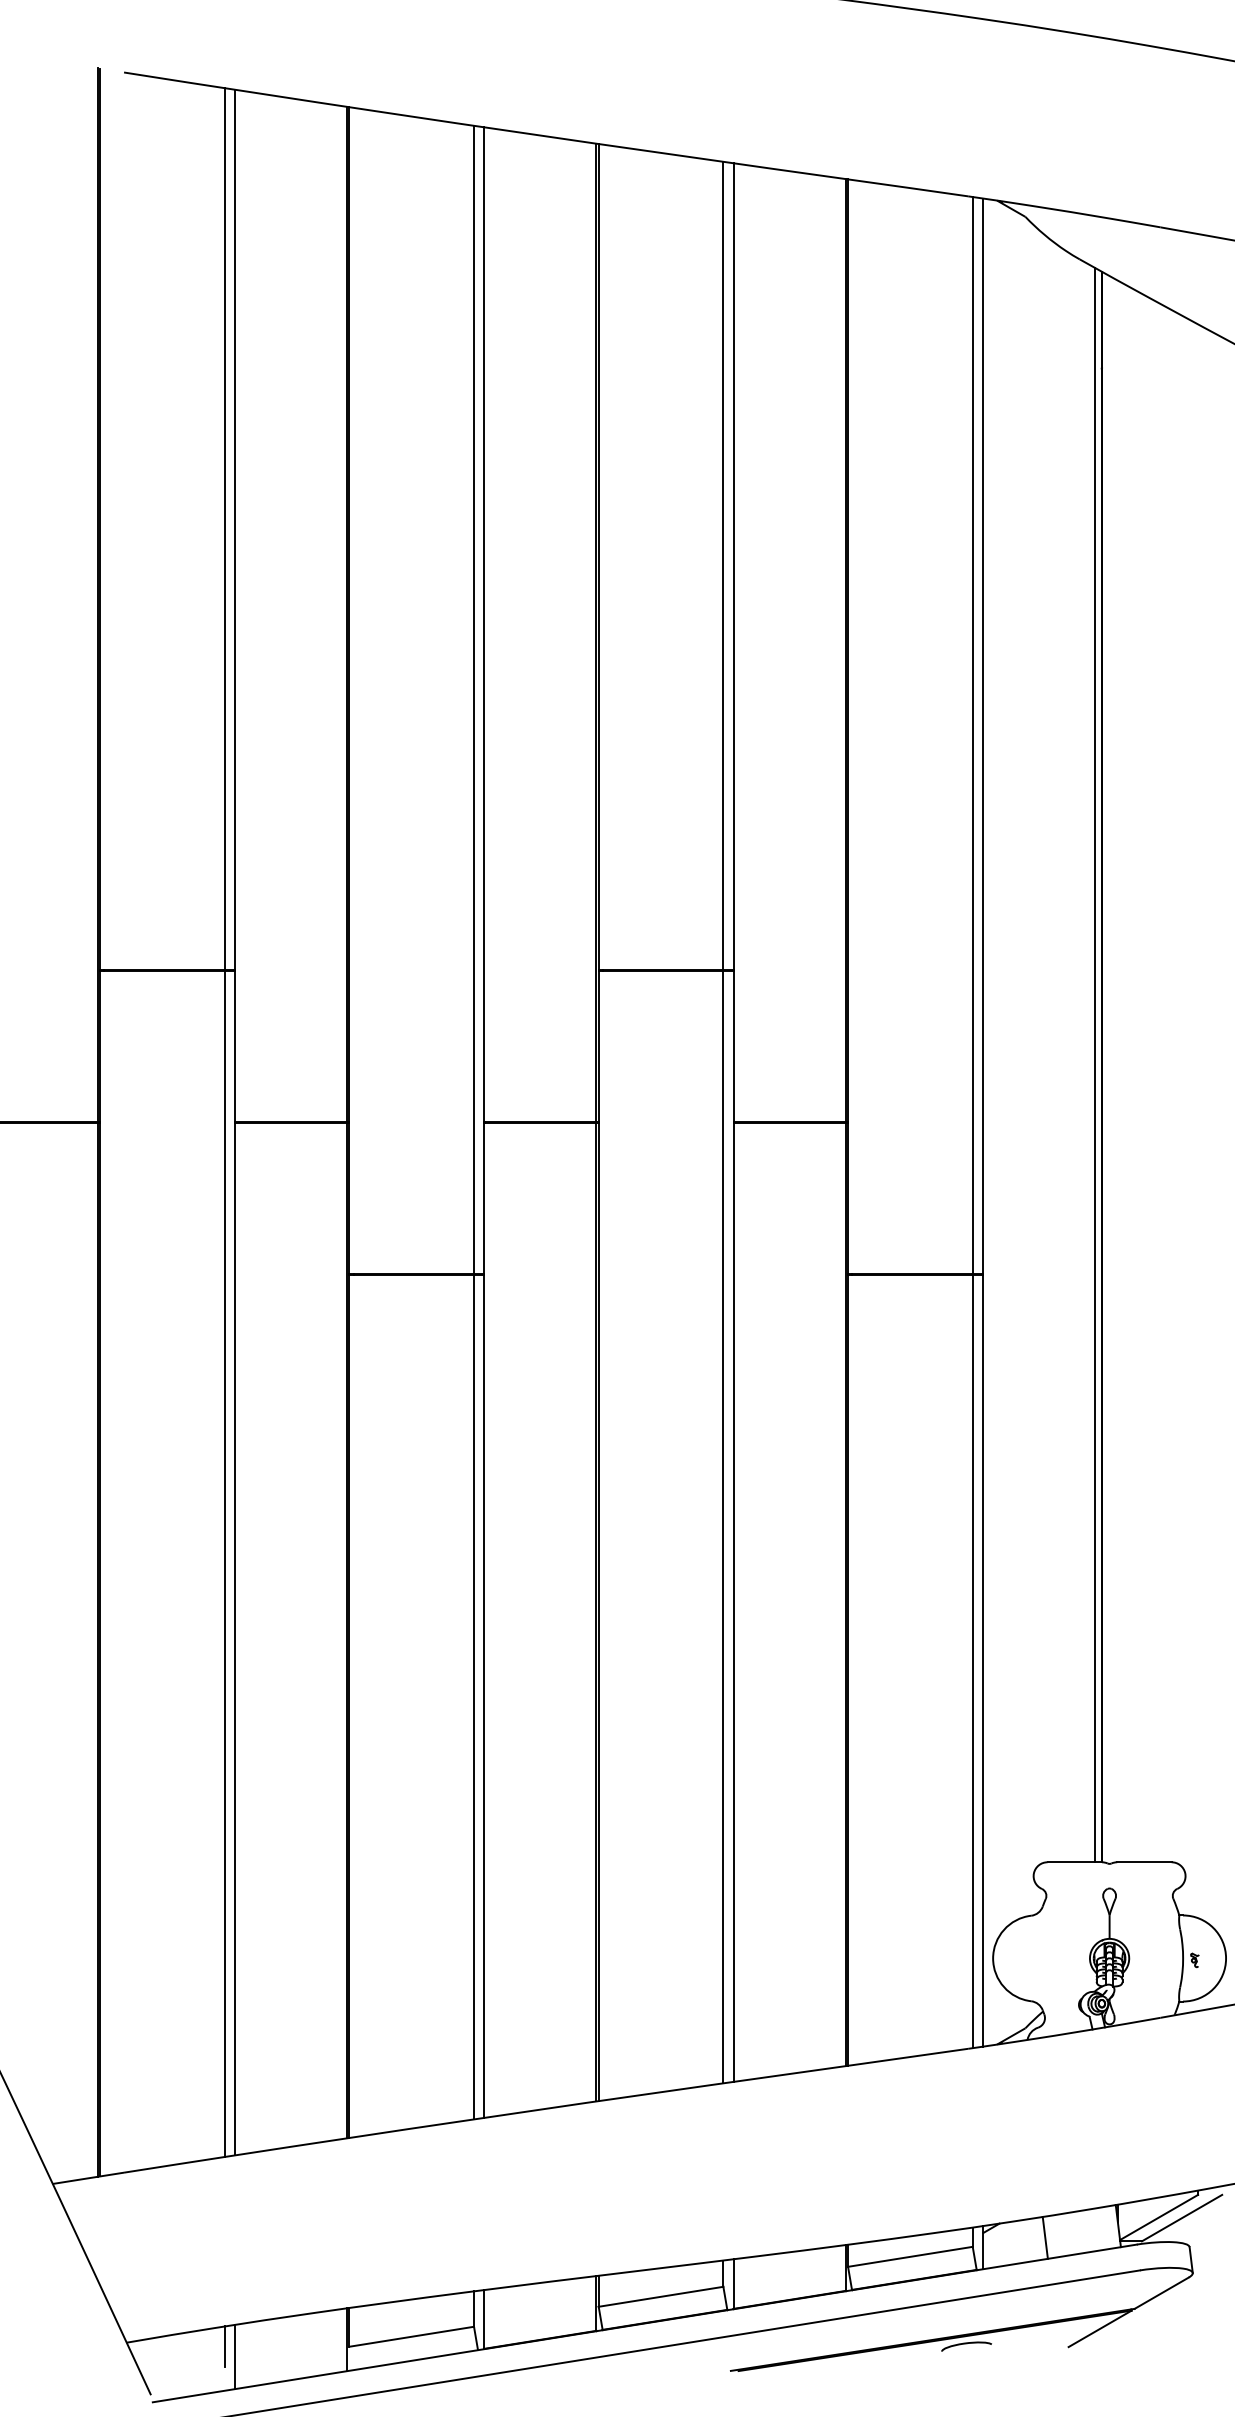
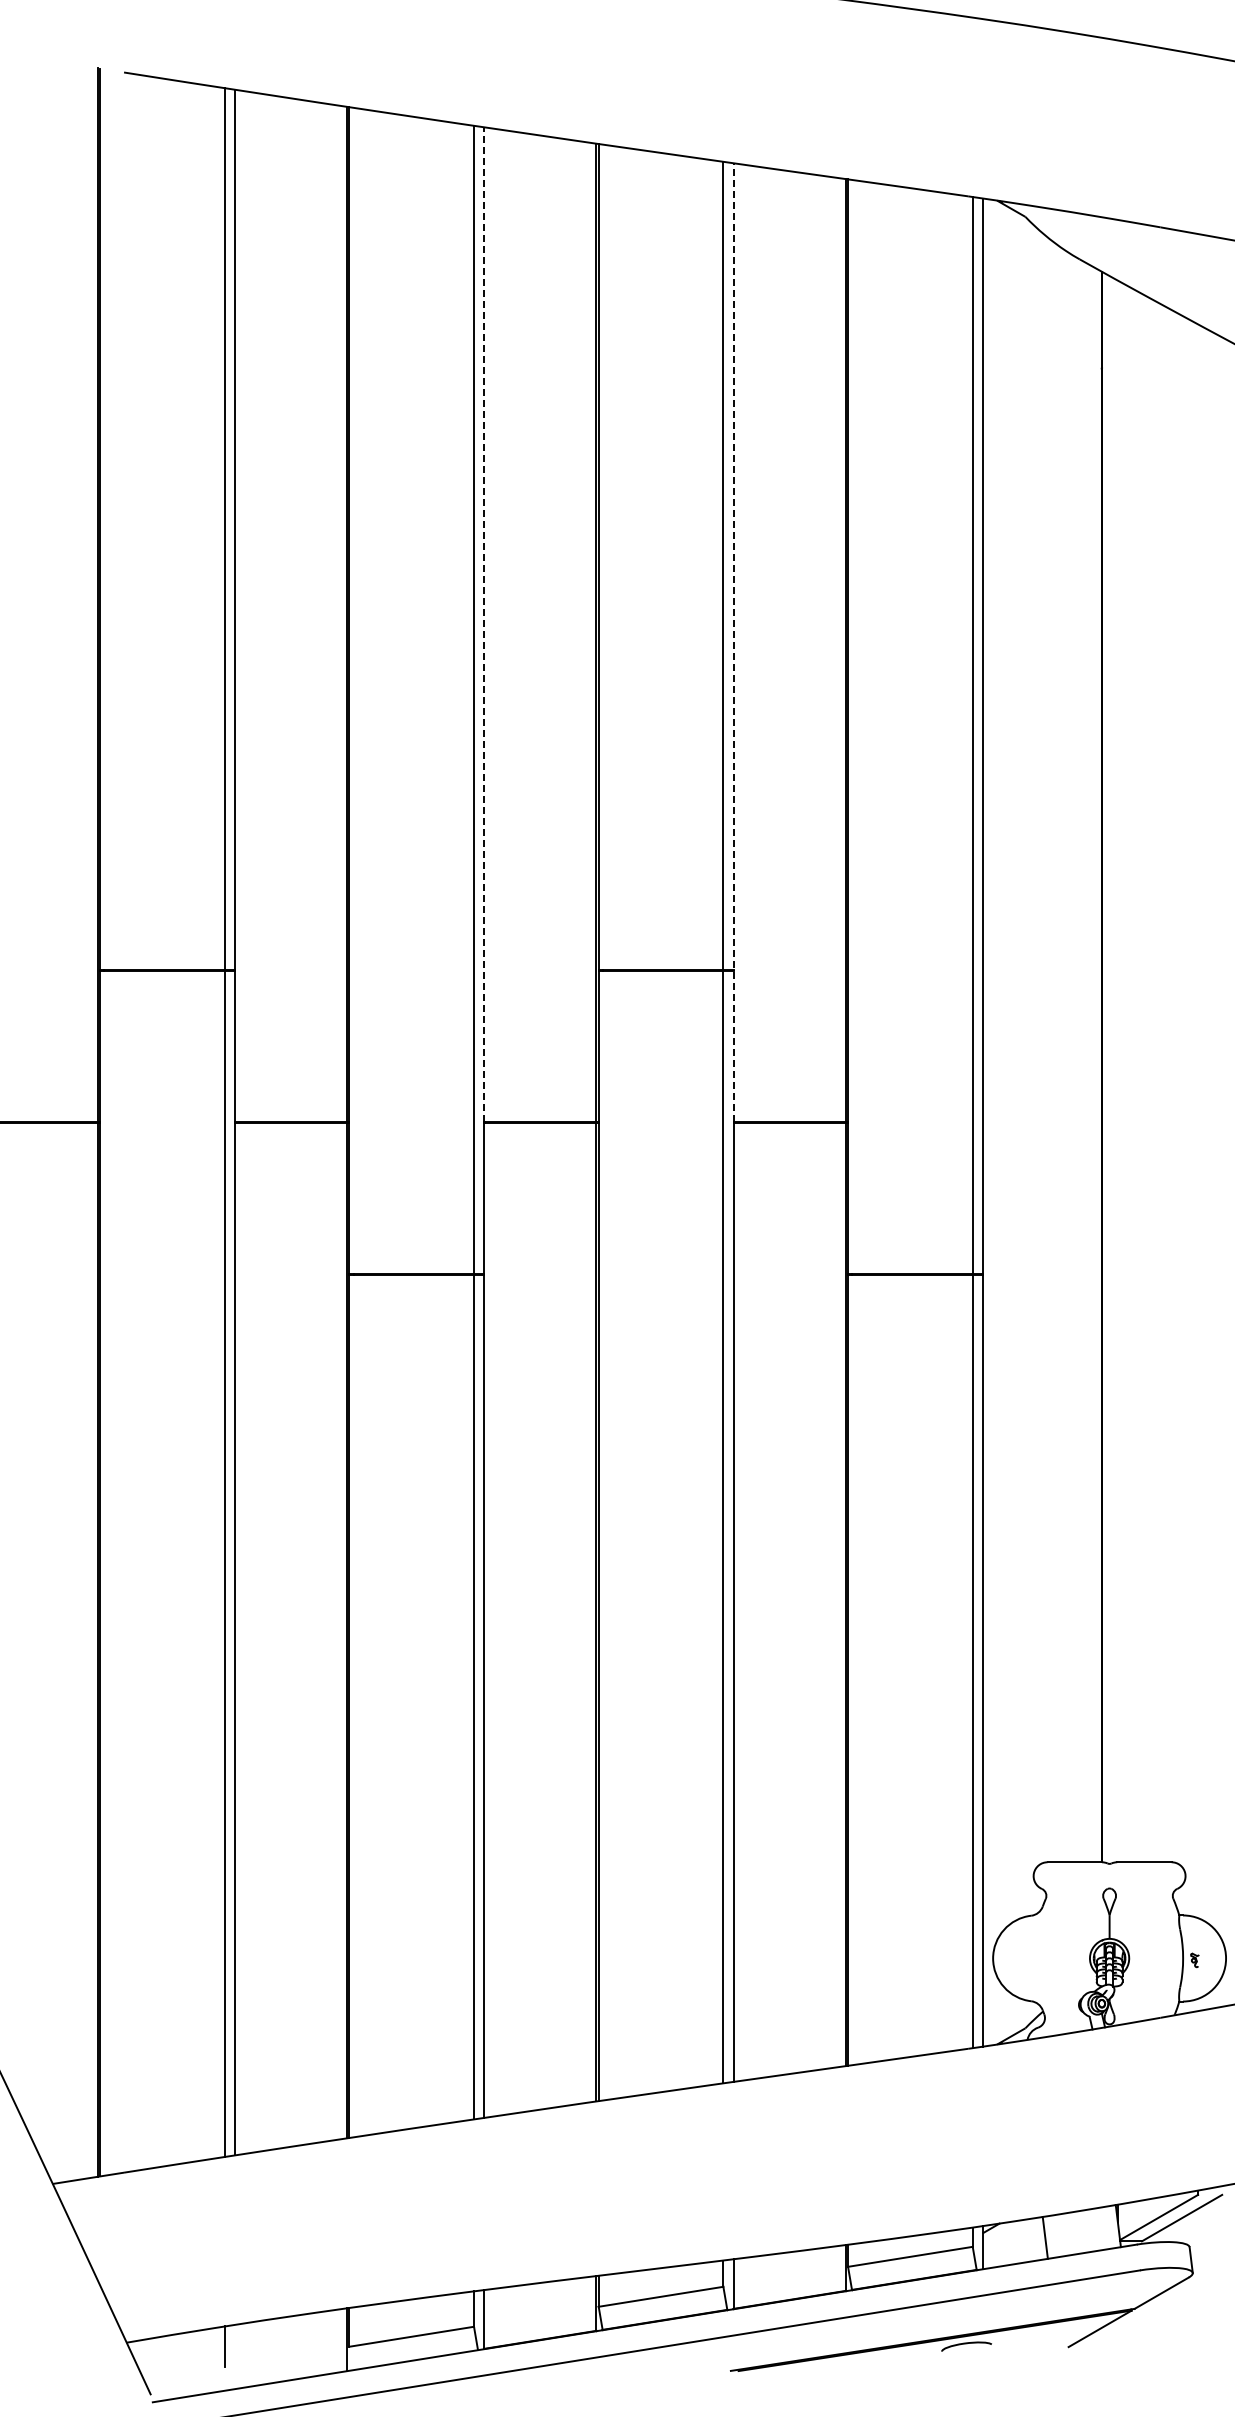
line at (484, 624): solid -> dashed
line at (733, 642): solid -> dashed
line at (1095, 1065): present -> none
line at (234, 2356): present -> none
